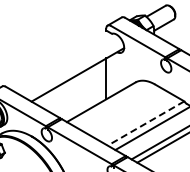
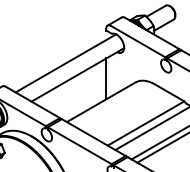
line at (65, 63): none -> present
line at (145, 123): dashed -> solid
